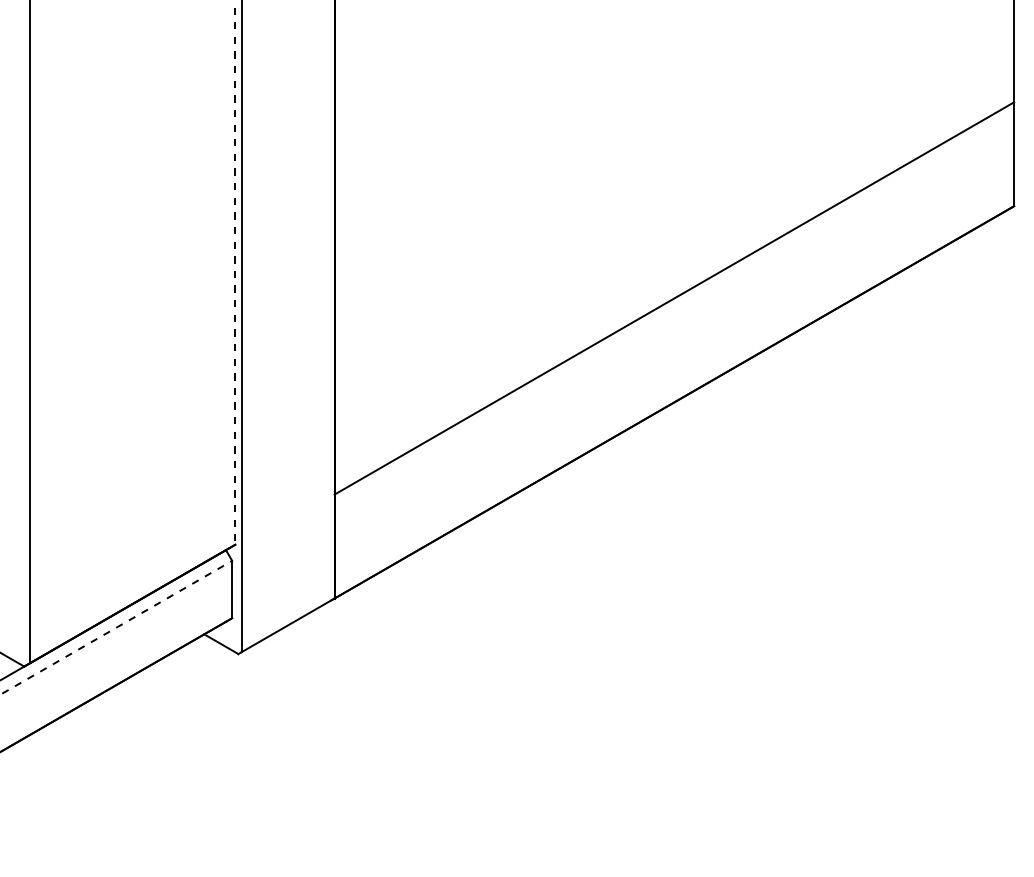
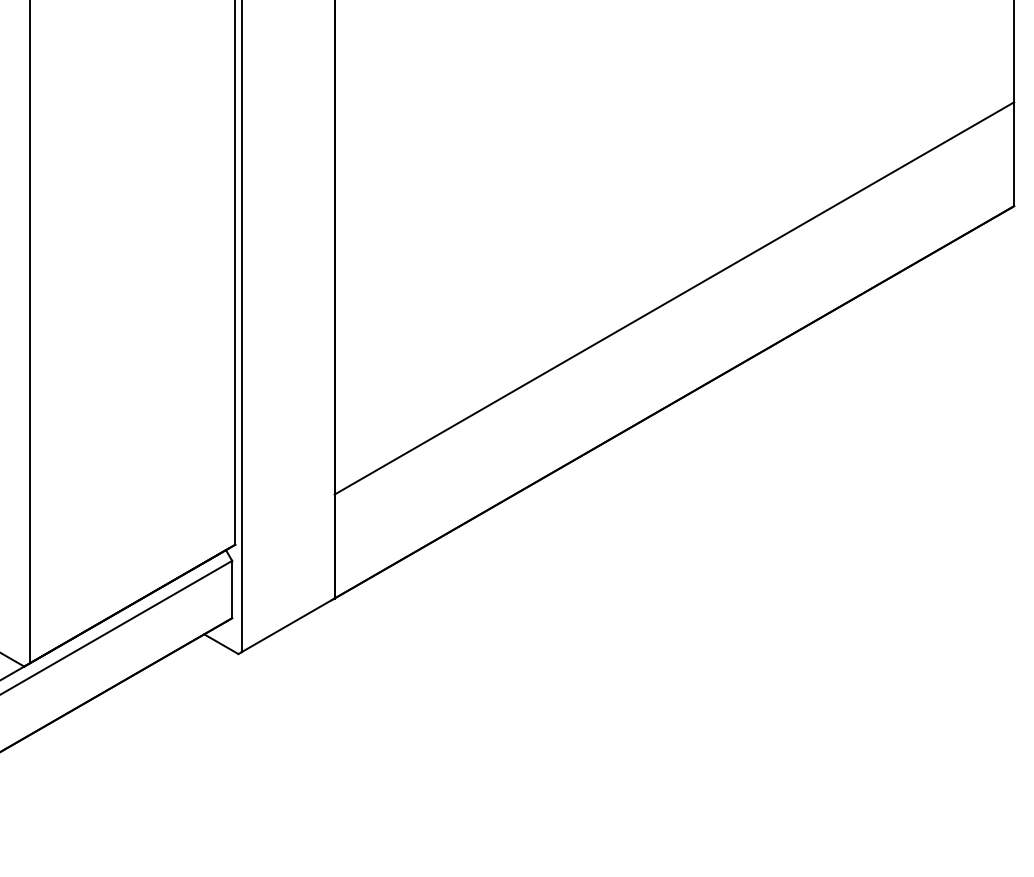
line at (235, 272): dashed -> solid
line at (116, 627): dashed -> solid
